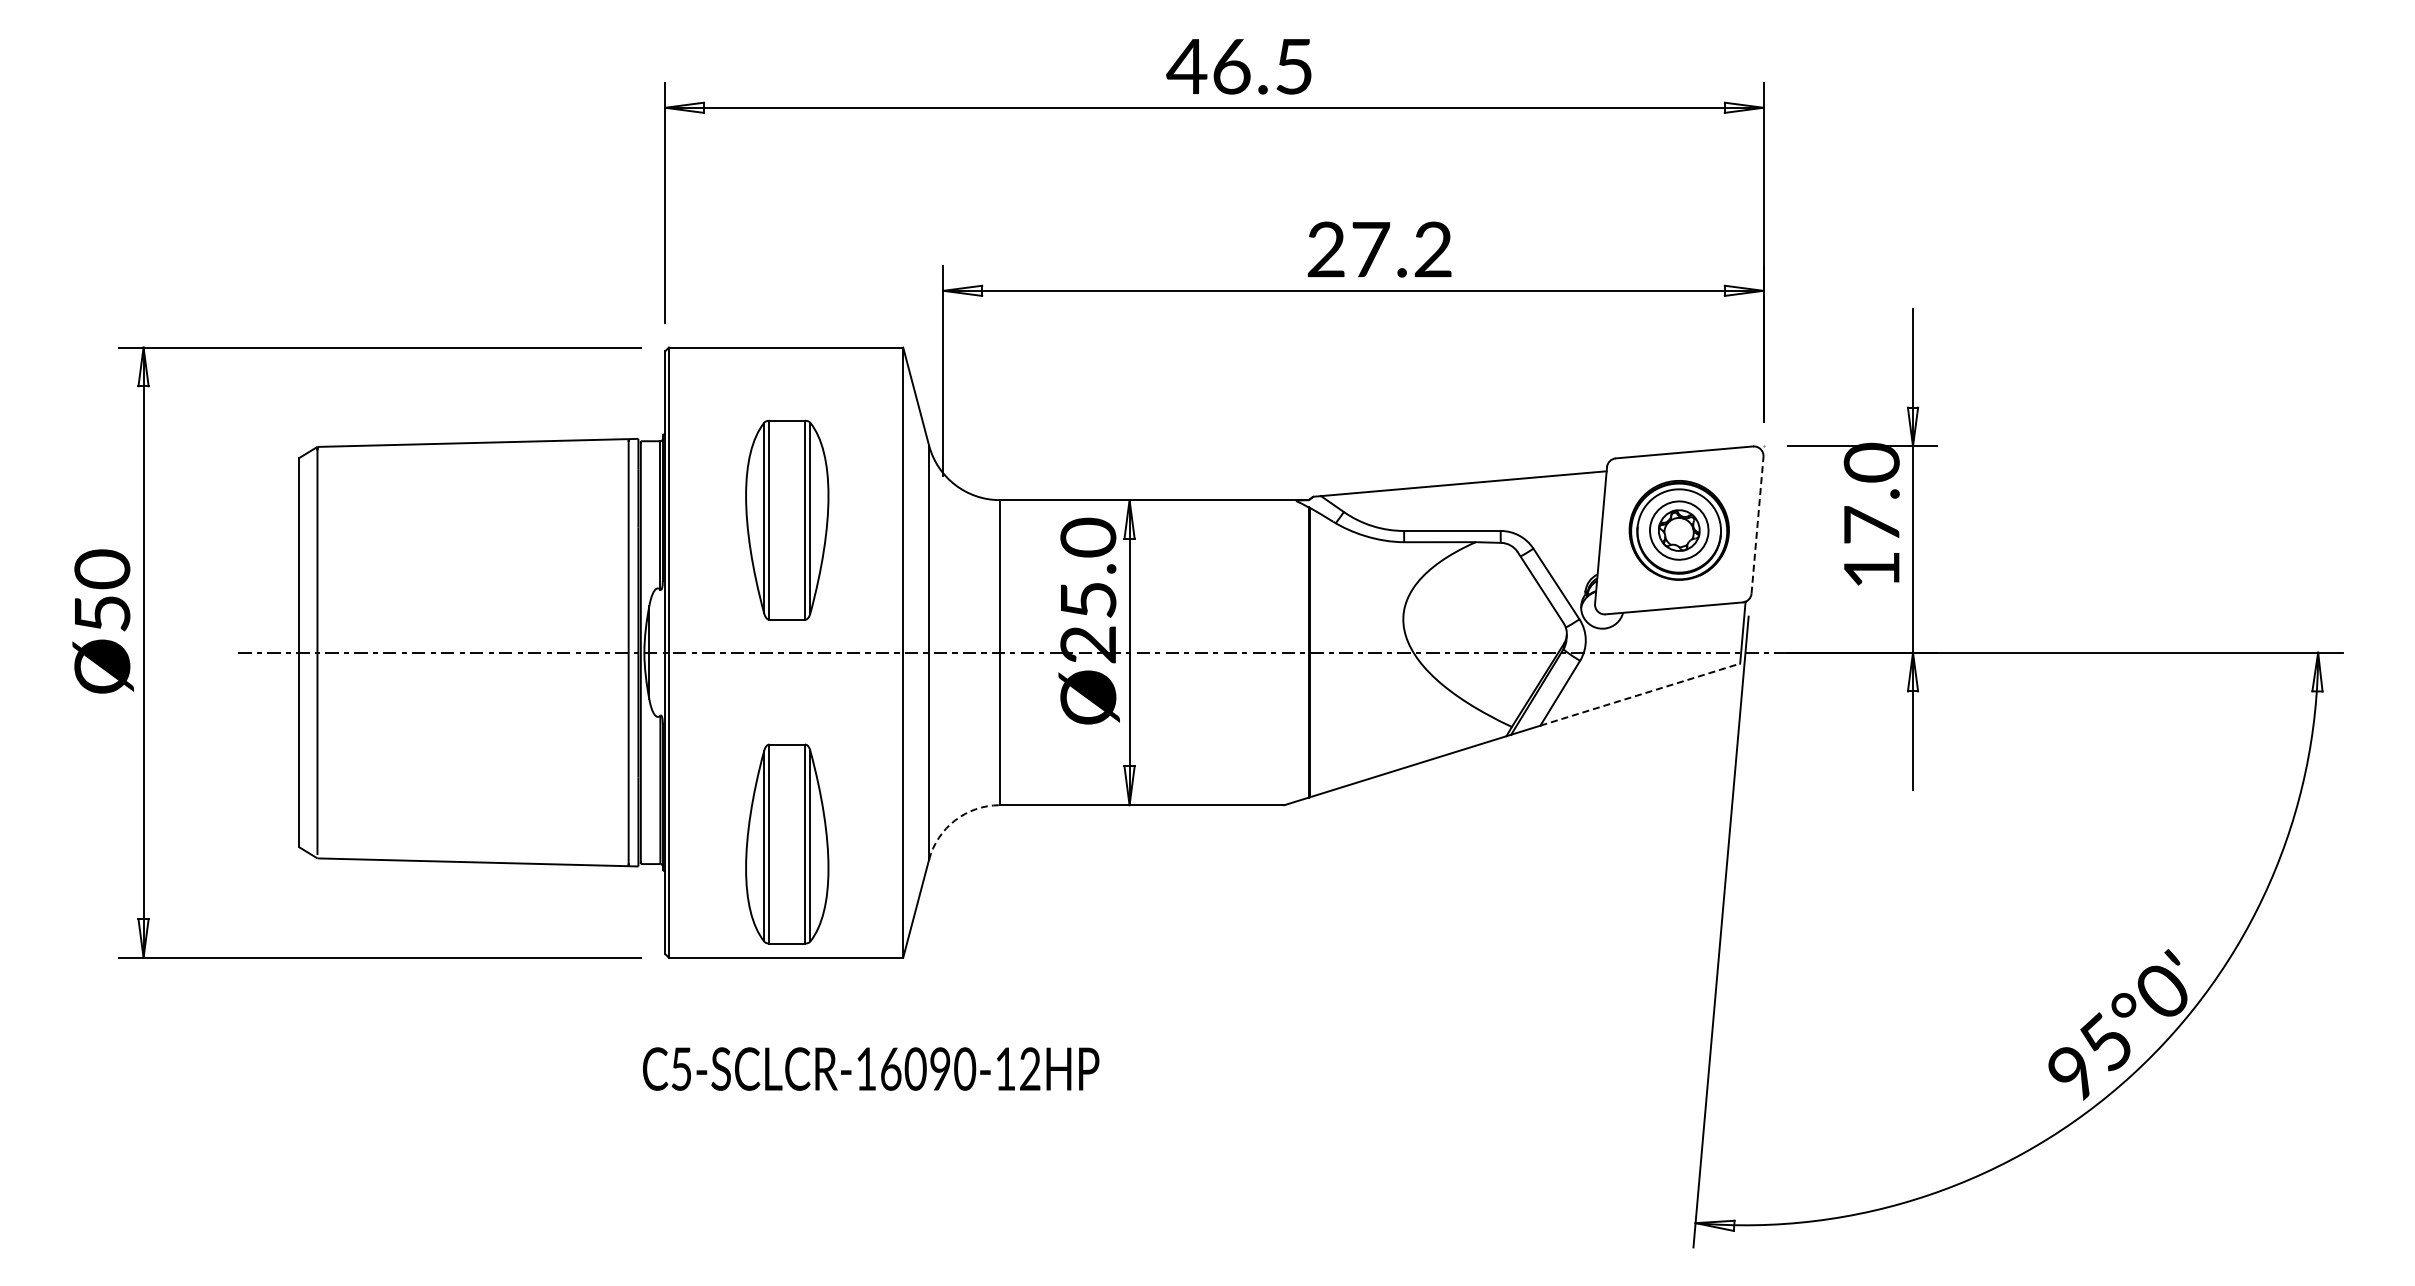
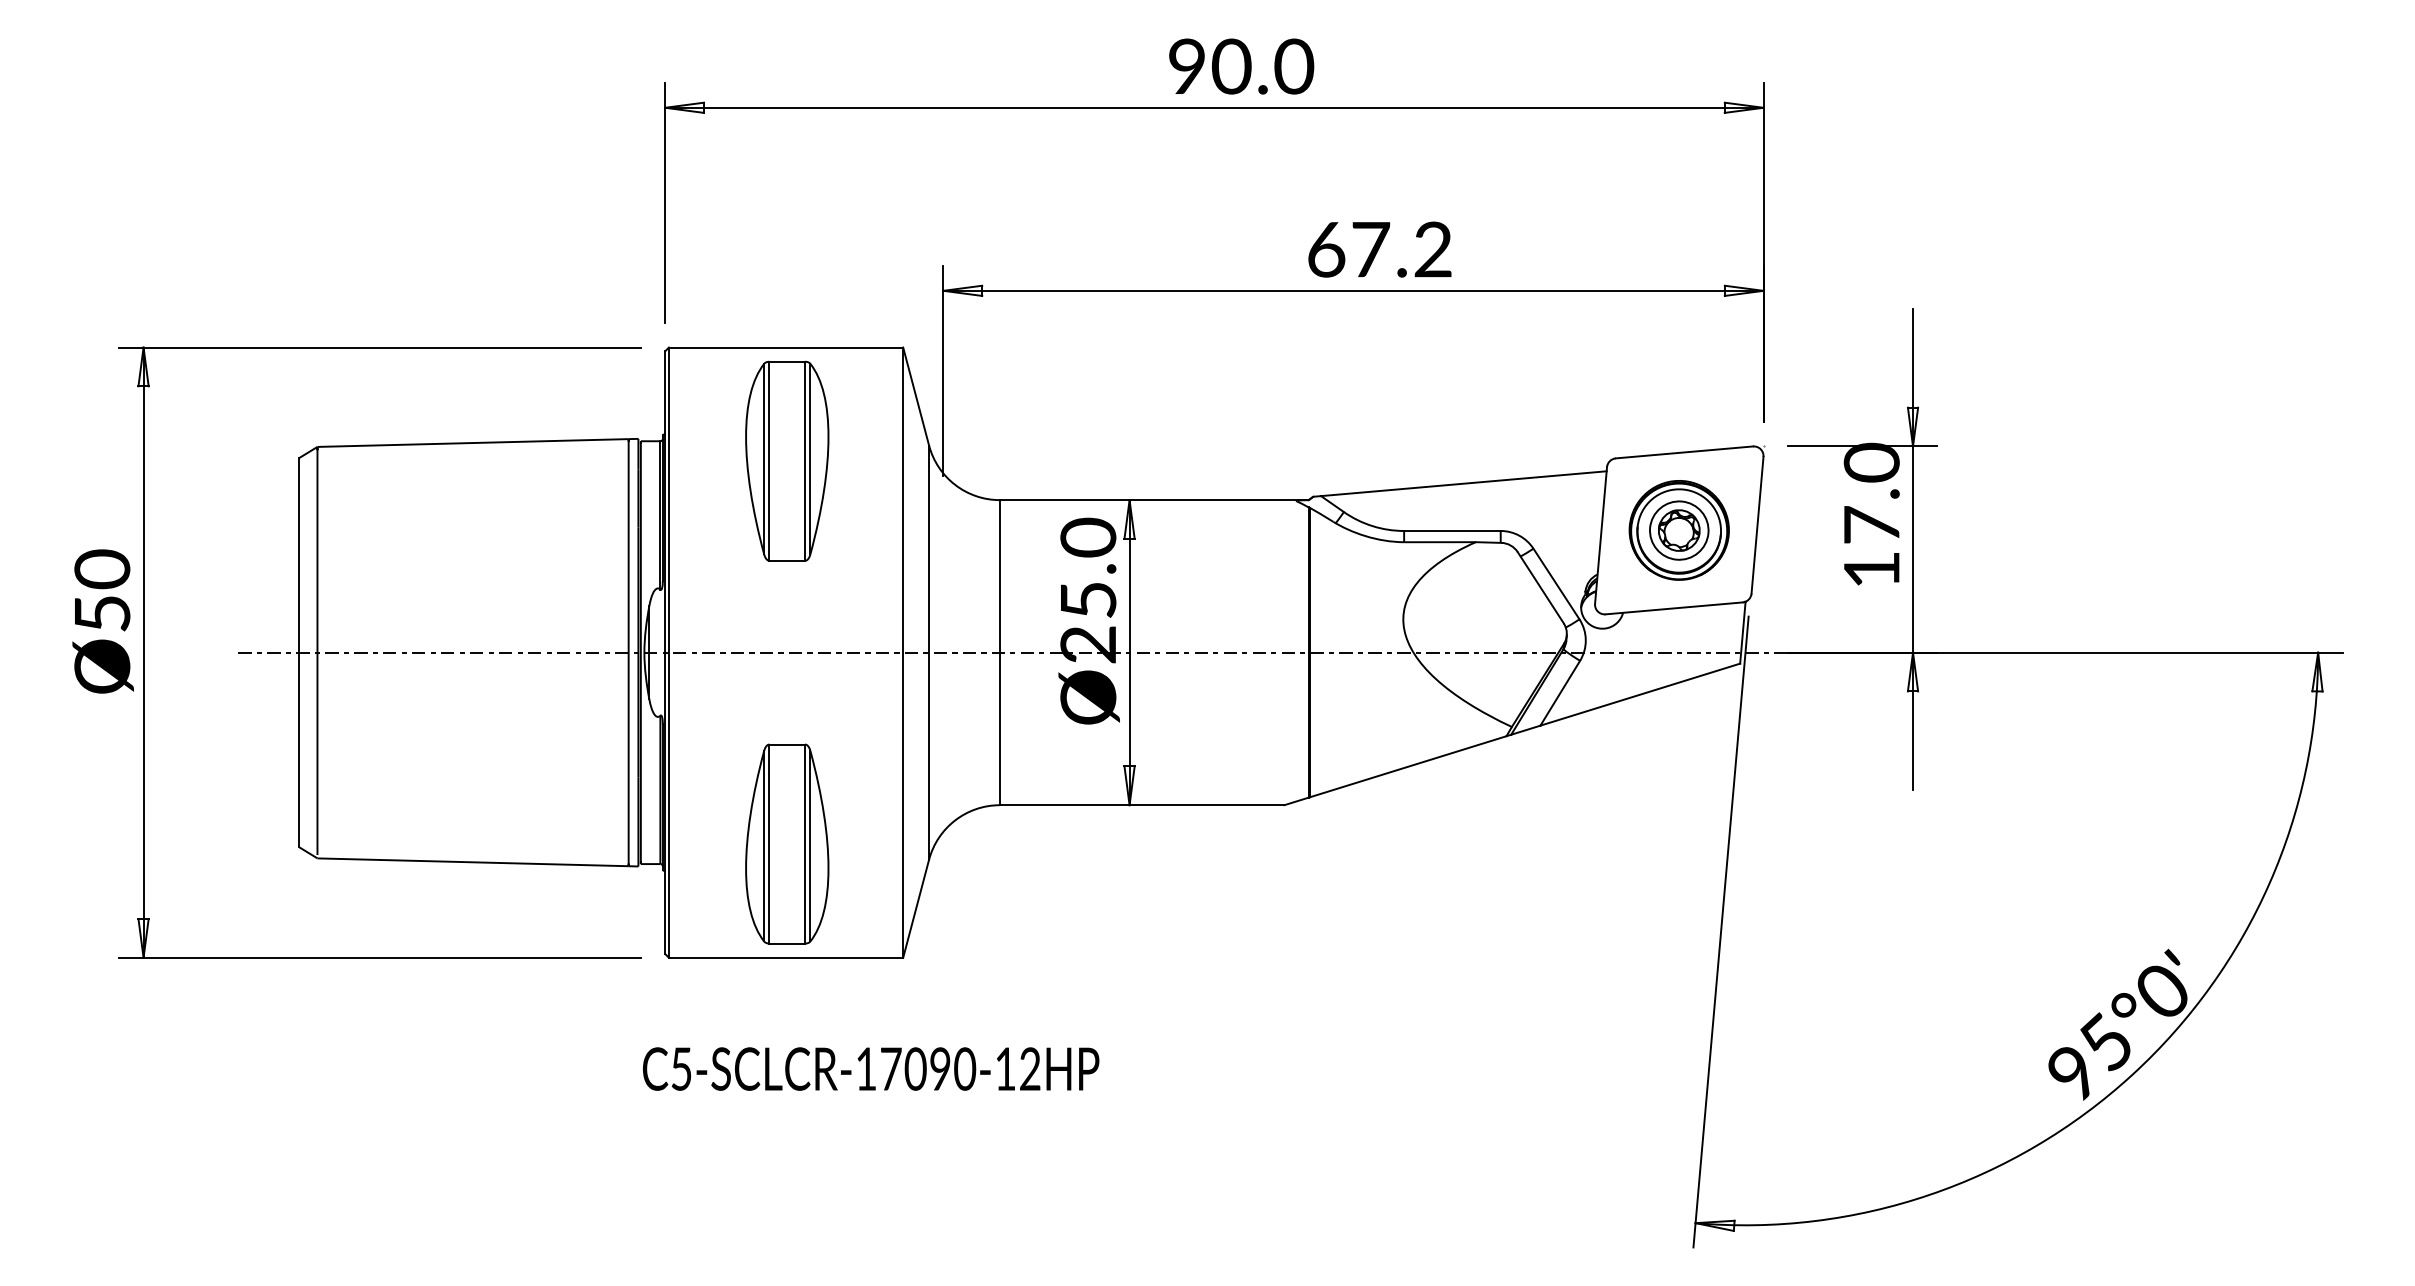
text at (1240, 66): 46.5 -> 90.0
text at (1326, 249): 27.2 -> 67.2
part at (787, 519) position: (787, 519) -> (787, 460)
line at (1757, 525): dashed -> solid
line at (1640, 694): dashed -> solid
arc at (955, 820): dashed -> solid
text at (891, 1068): C5-SCLCR-16090-12HP -> C5-SCLCR-17090-12HP
